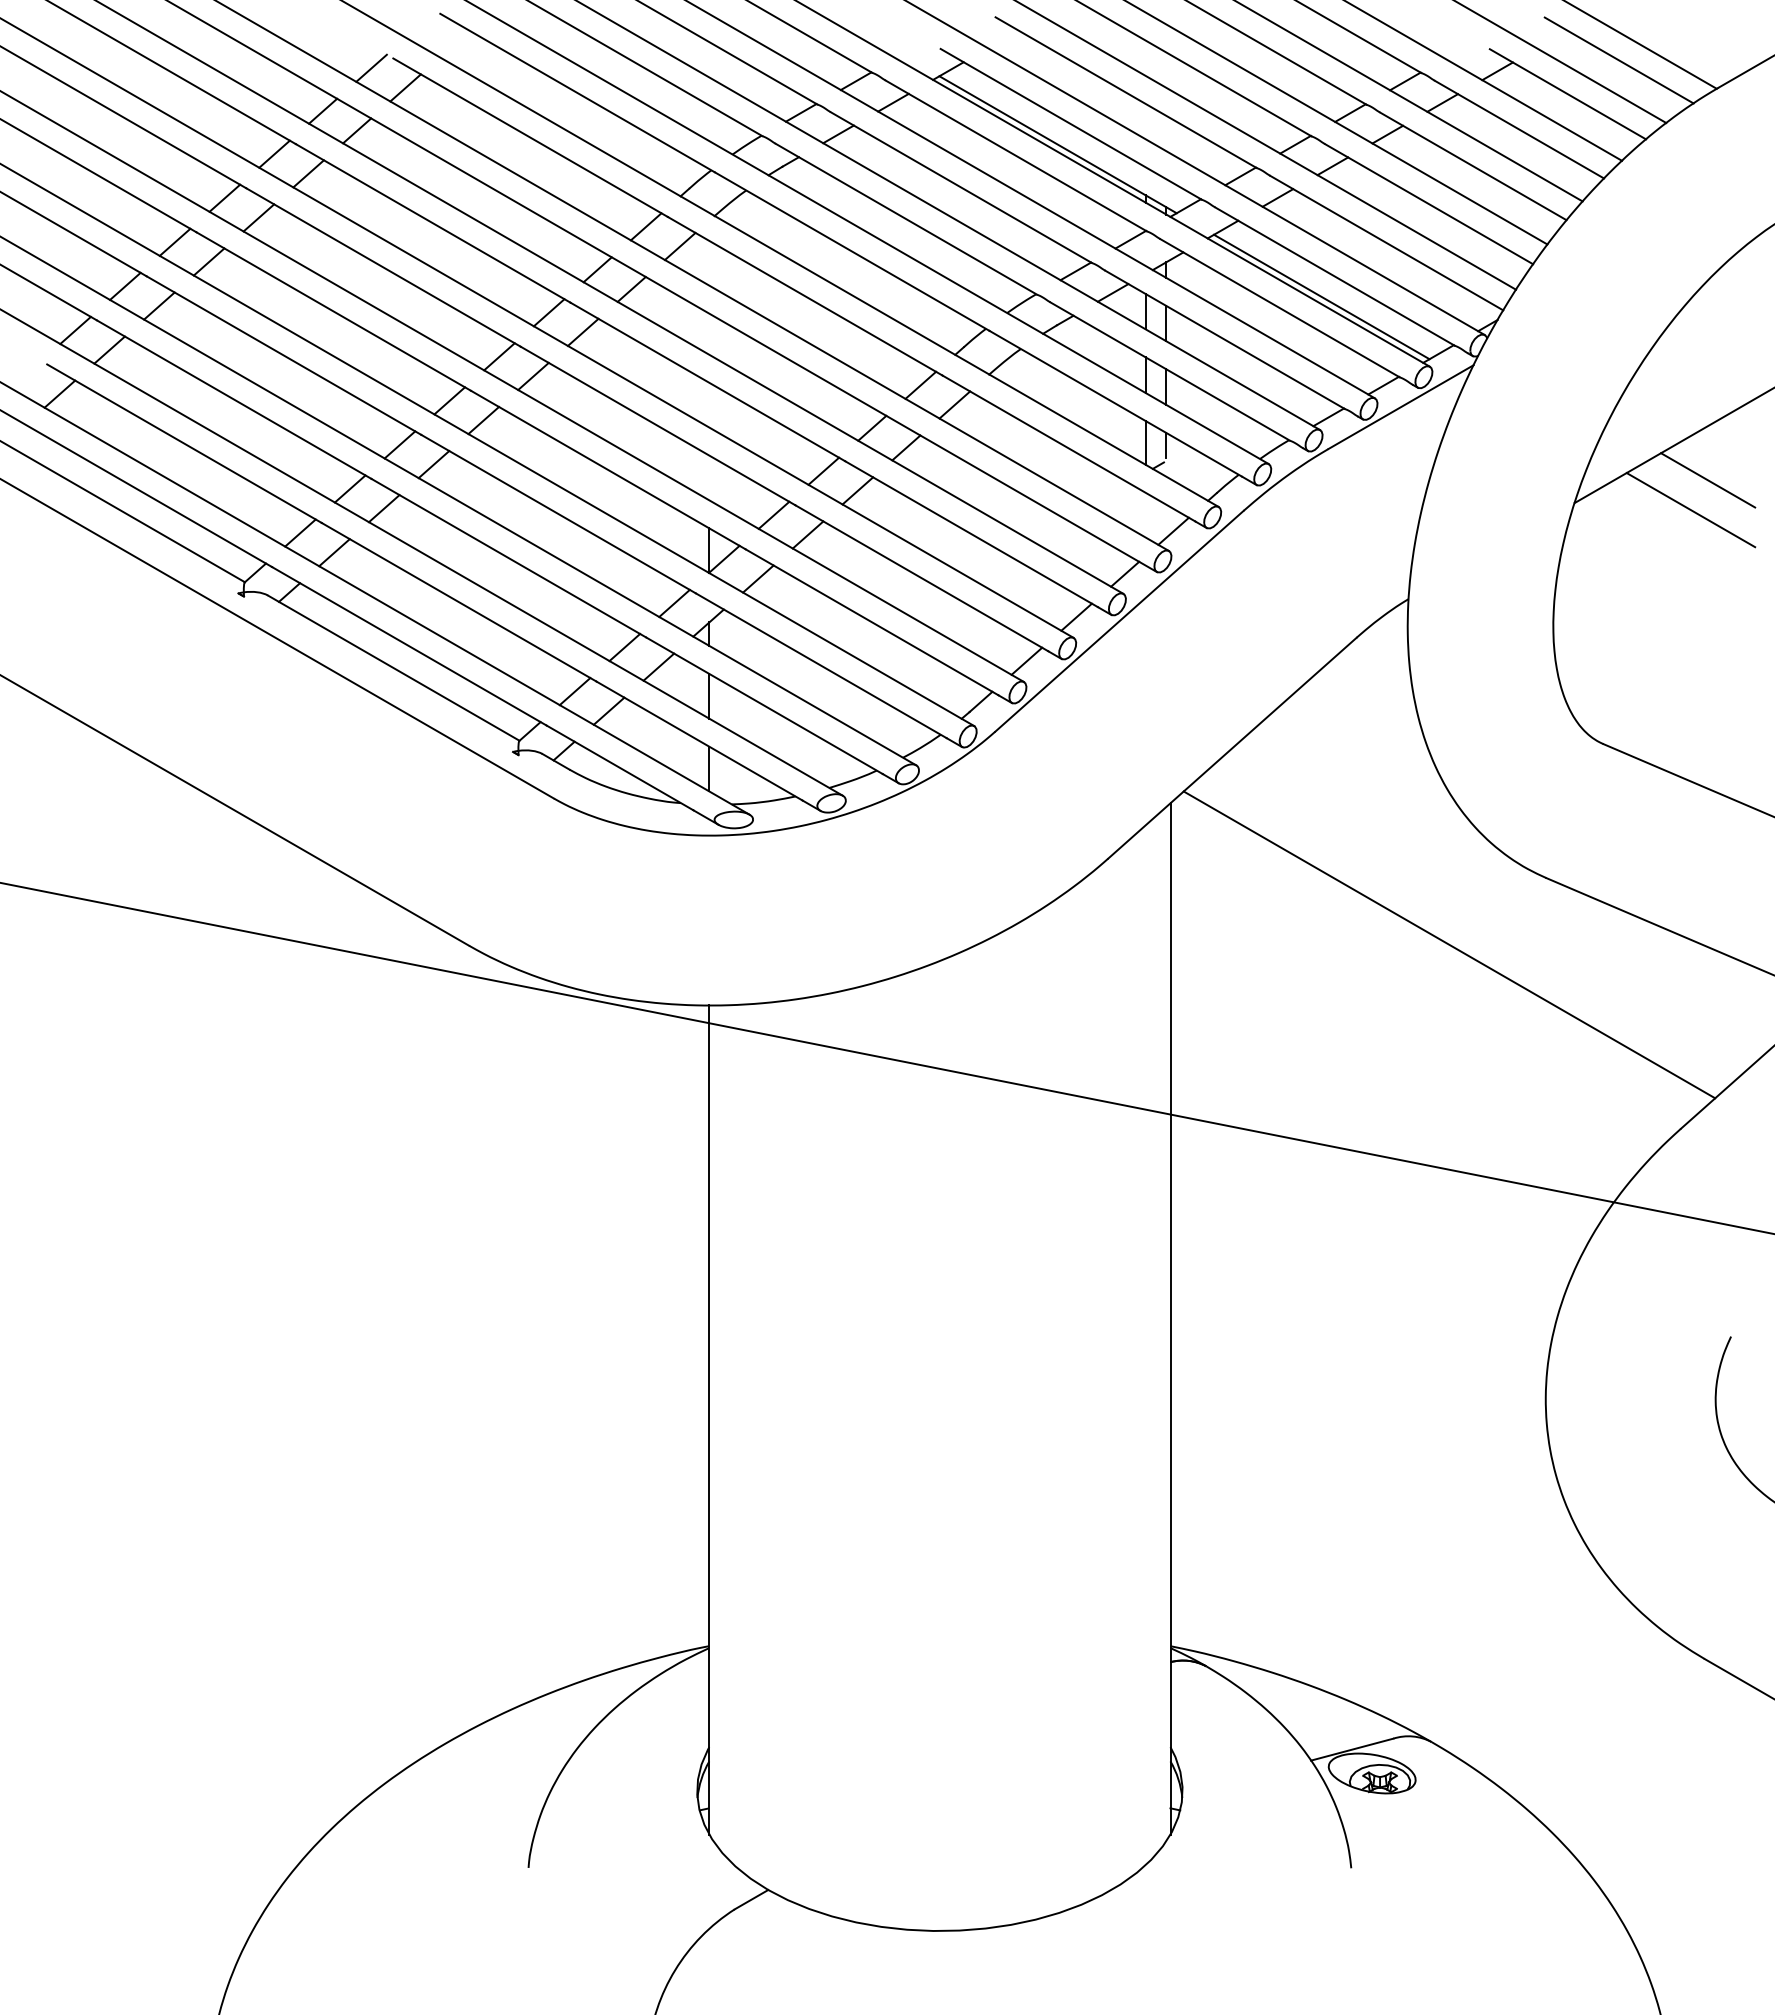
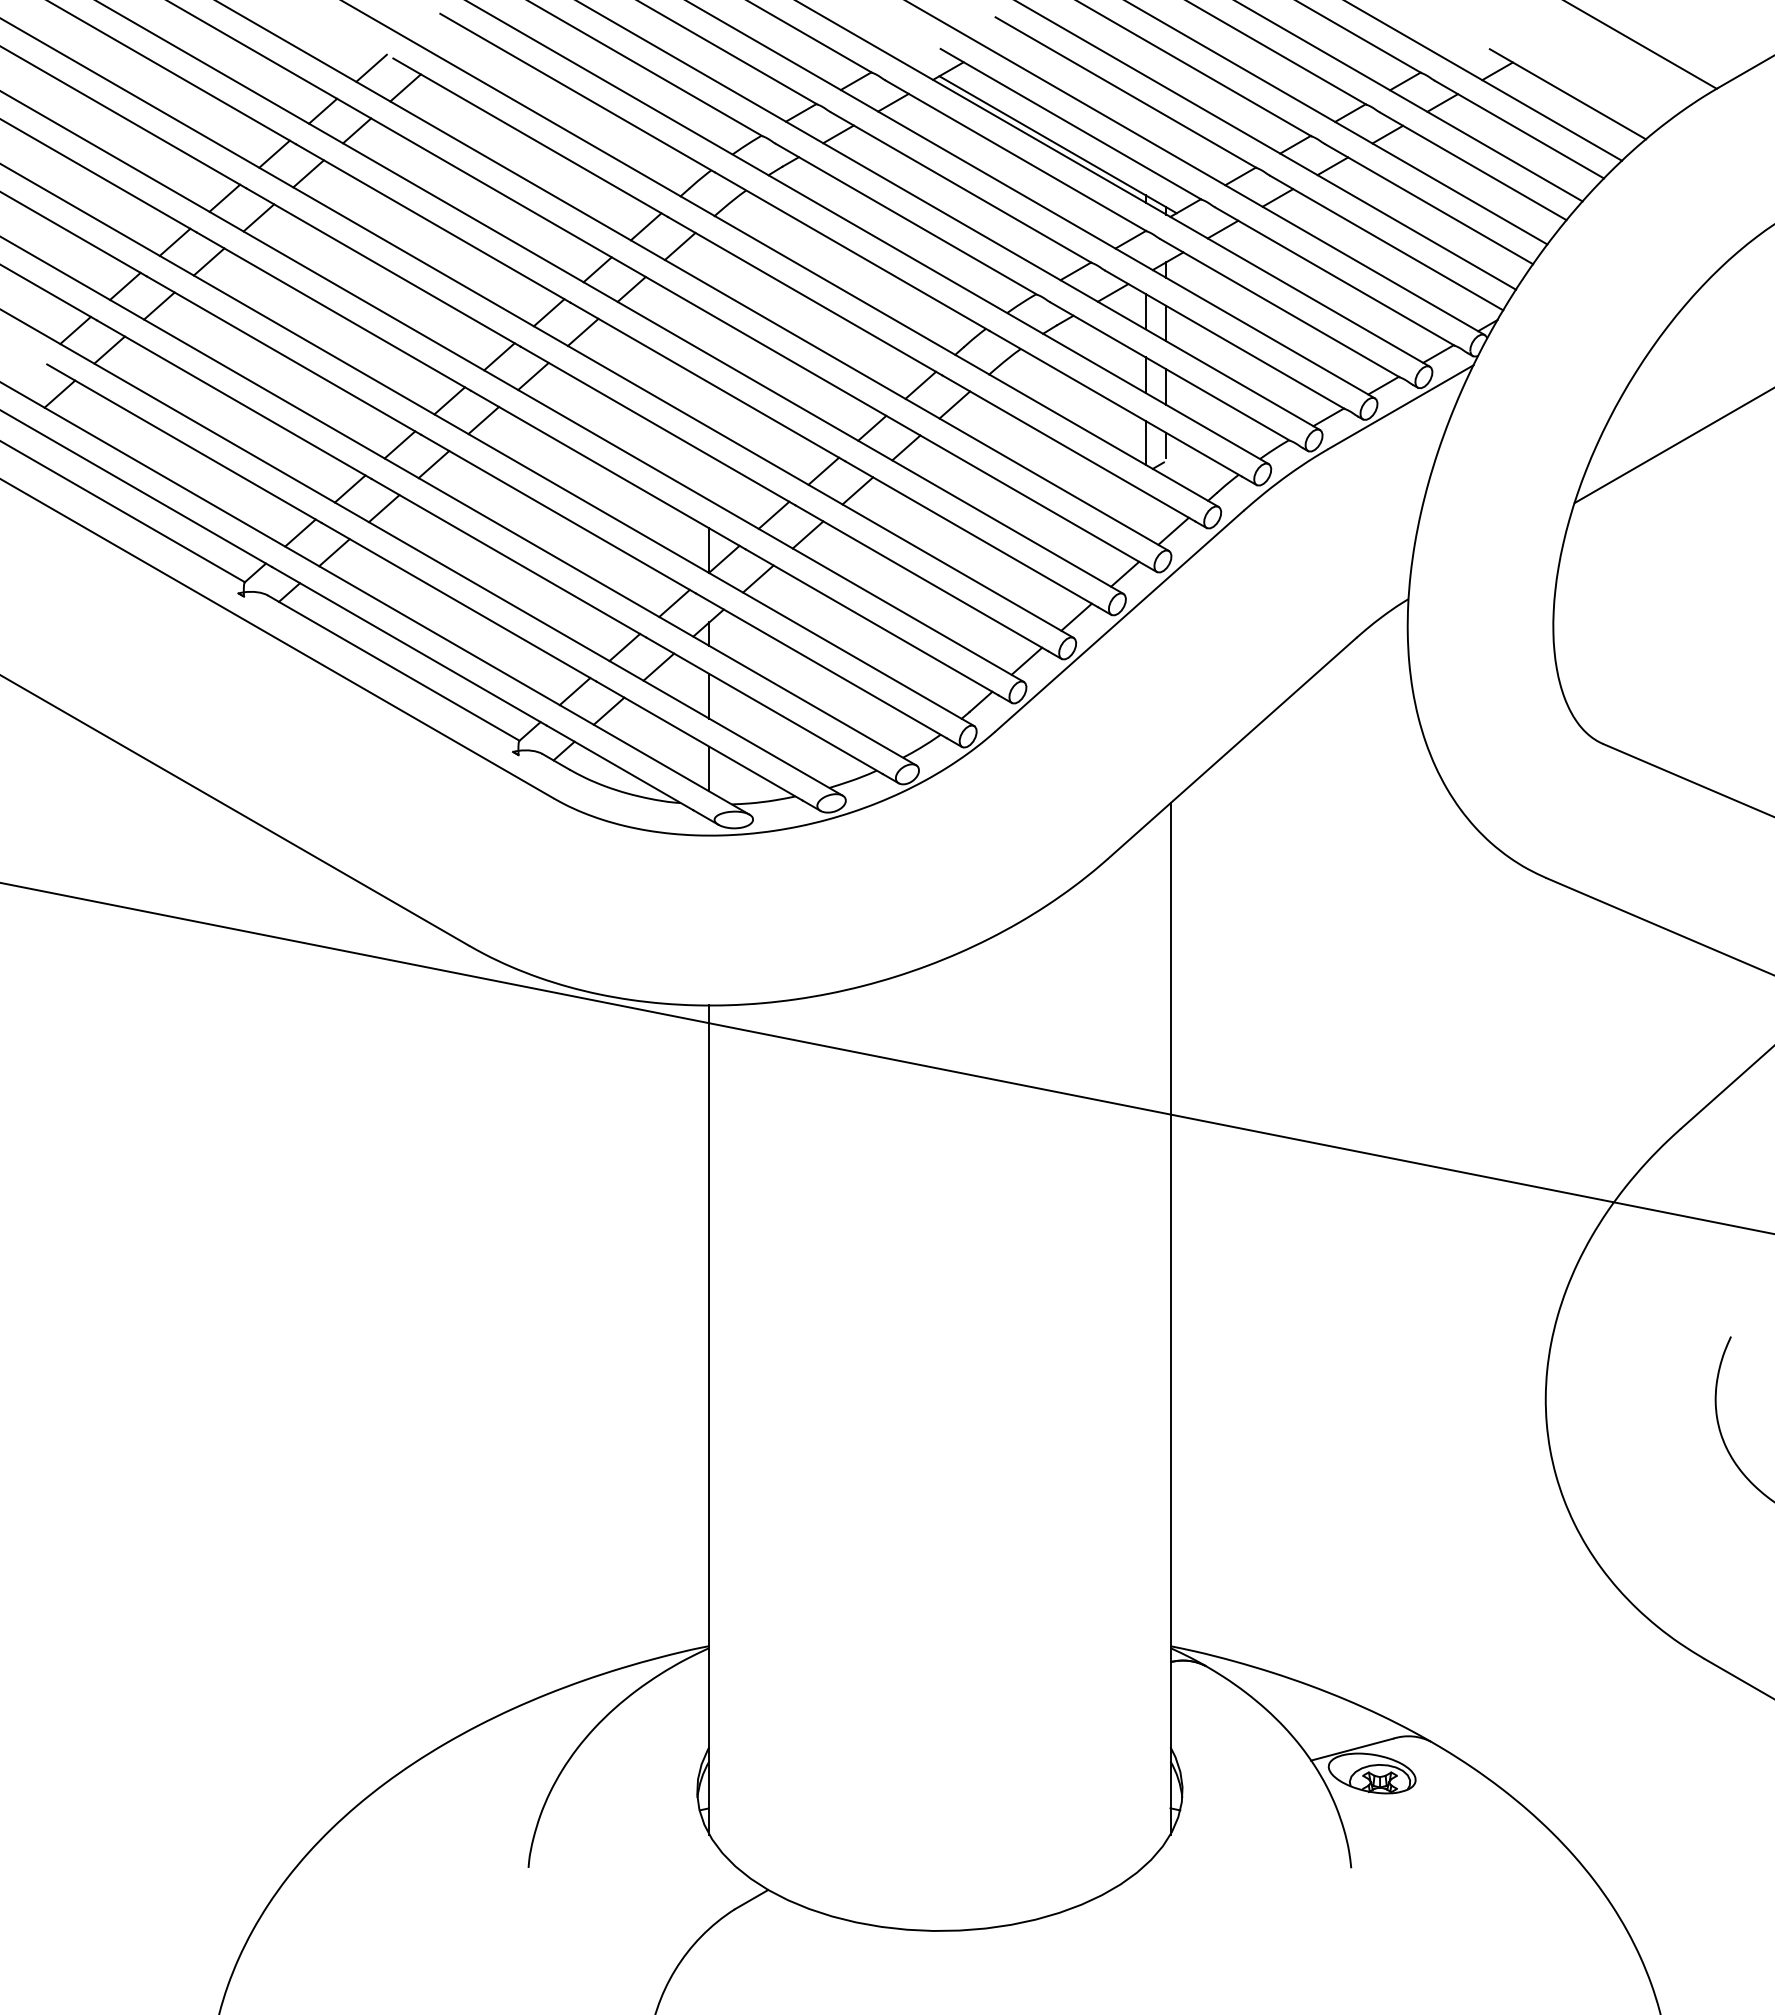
line at (1618, 60): present -> none
line at (1561, 62): present -> none
line at (1321, 296): present -> none
line at (1708, 480): present -> none
line at (1690, 510): present -> none
line at (1449, 944): present -> none
